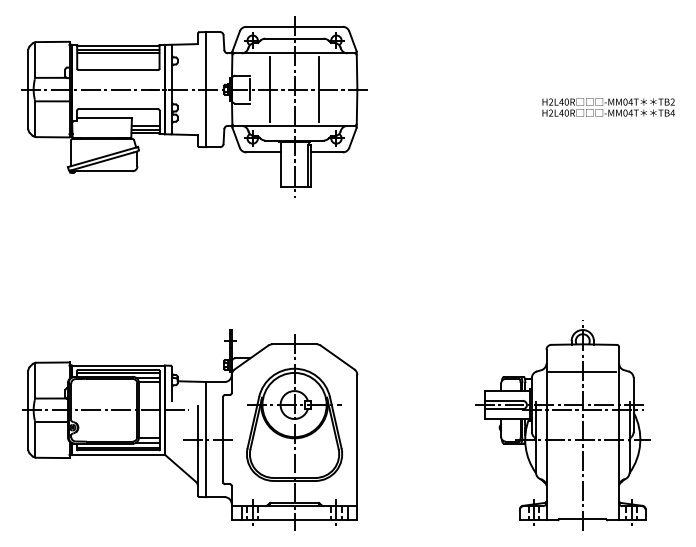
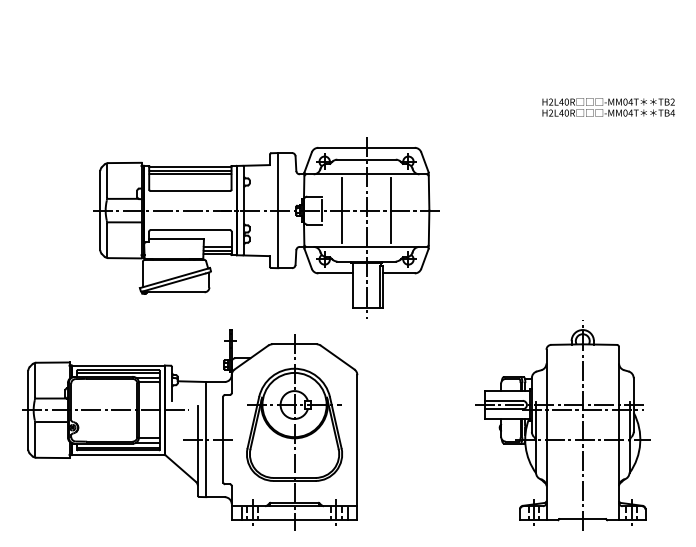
part at (194, 106) position: (194, 106) -> (266, 227)
line at (582, 371): present -> none
